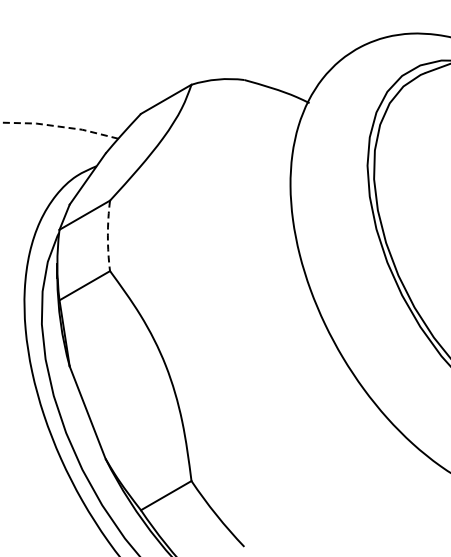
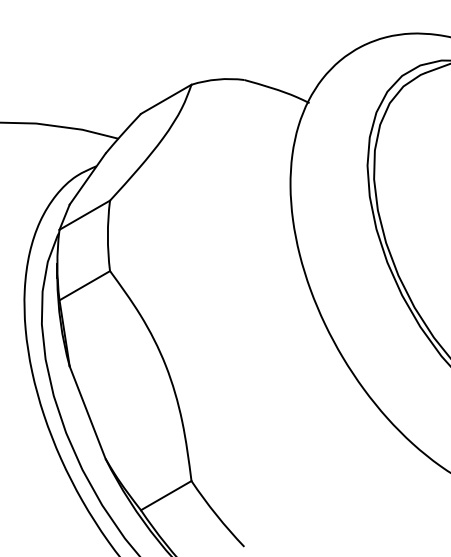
line at (59, 126): dashed -> solid
arc at (107, 235): dashed -> solid
